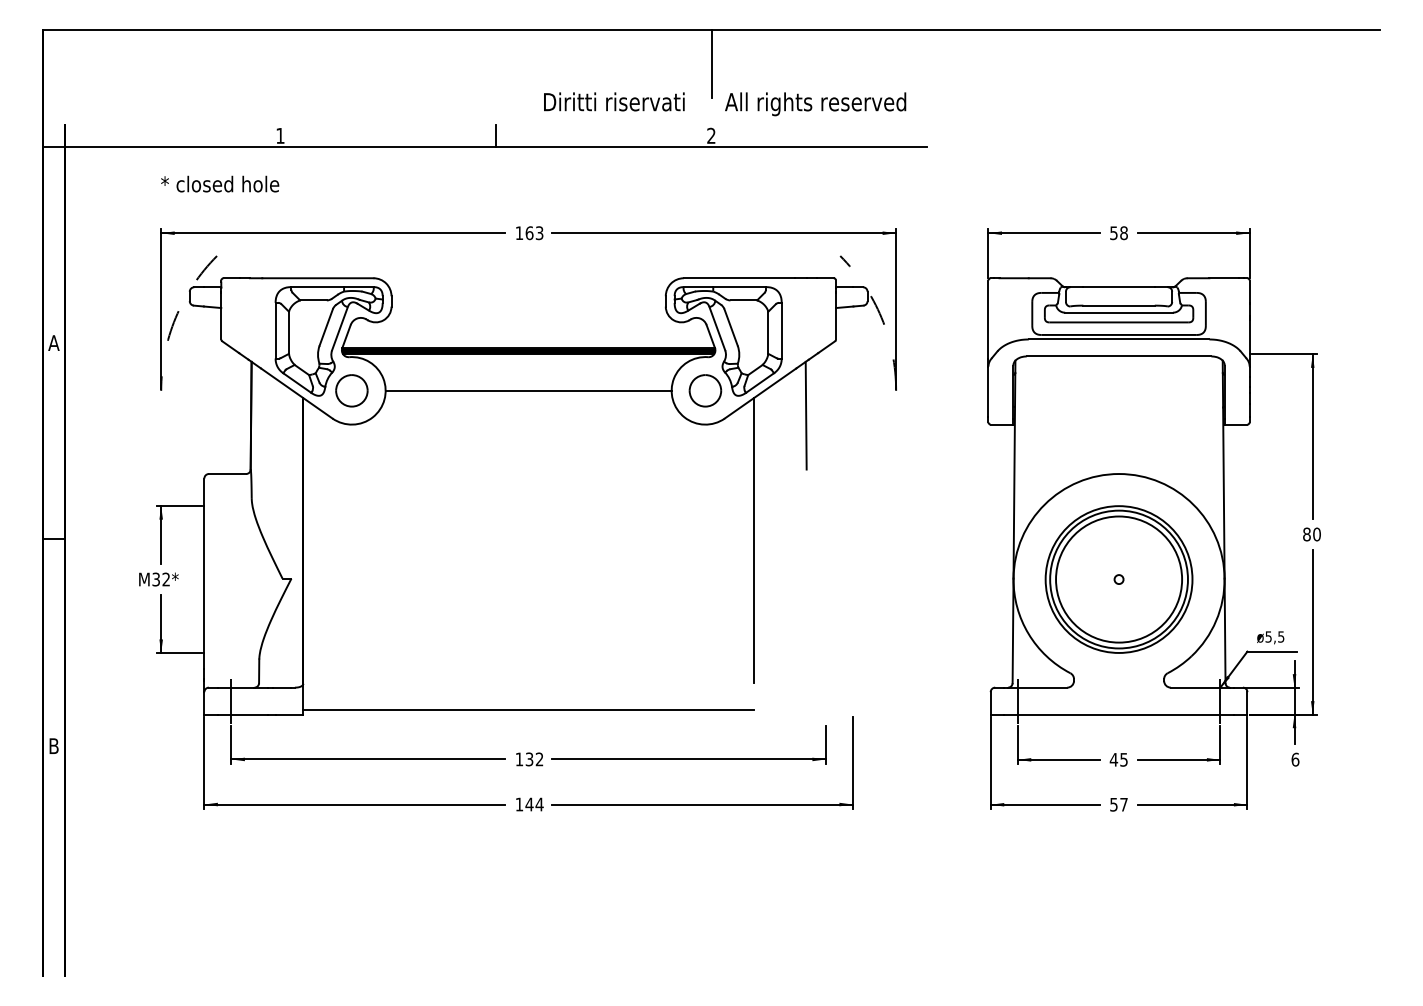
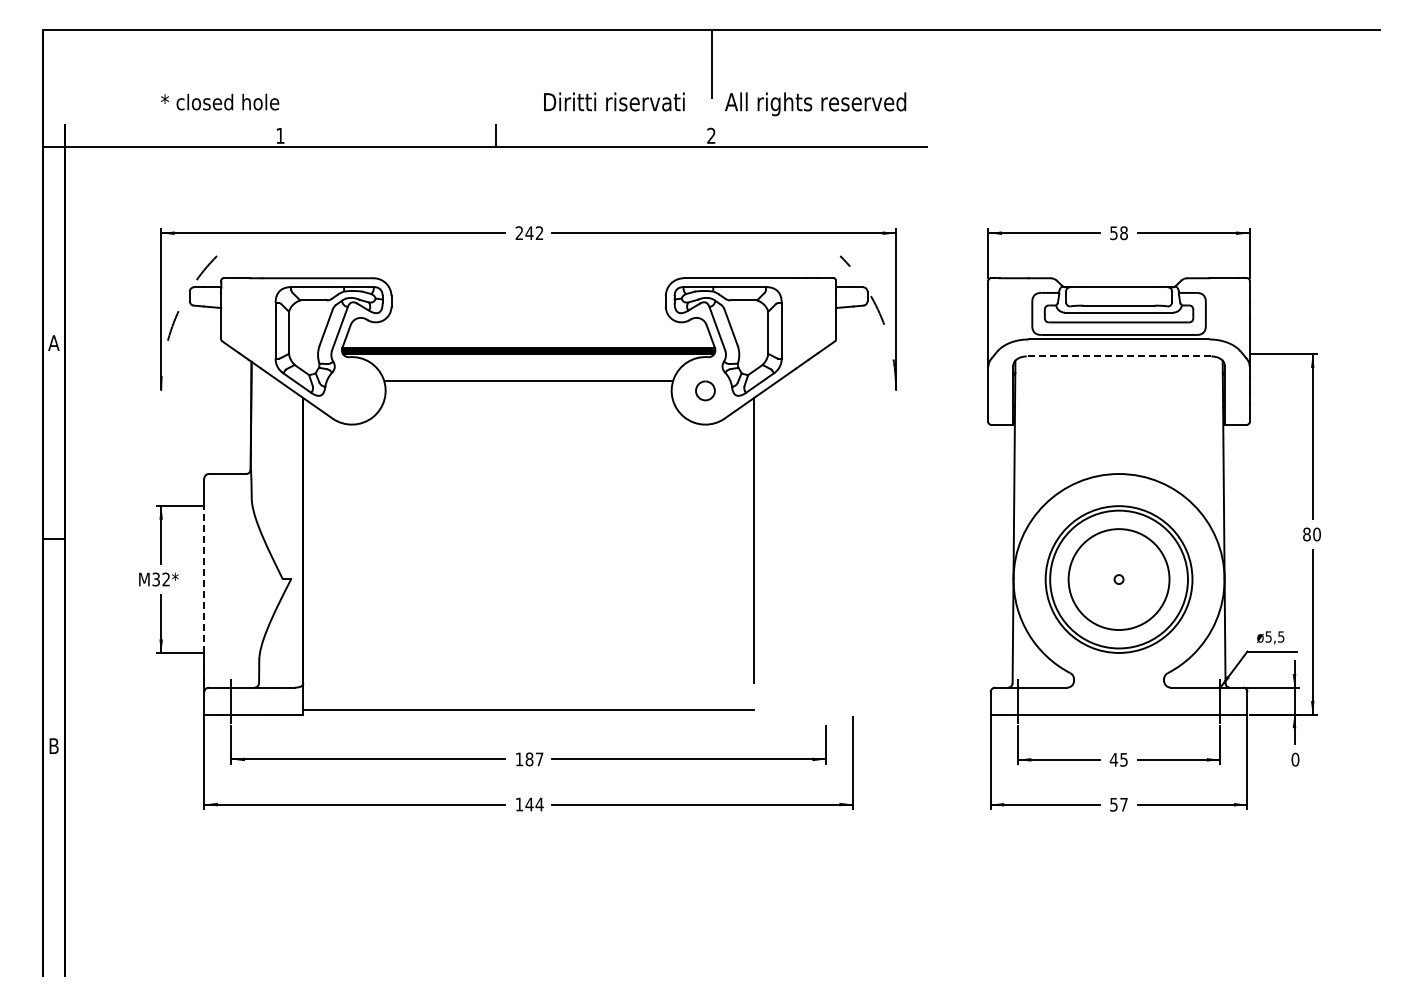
text at (220, 183) position: (220, 183) -> (220, 101)
text at (529, 233): 163 -> 242
line at (1118, 356): solid -> dashed
part at (351, 390): present -> none
line at (528, 390) position: (528, 390) -> (528, 380)
part at (705, 390) size: 35x34 px -> 21x22 px
line at (805, 415): present -> none
line at (204, 579): solid -> dashed
circle at (1119, 579) diameter: 126 px -> 101 px
text at (534, 759): 132 -> 187
text at (1295, 759): 6 -> 0
